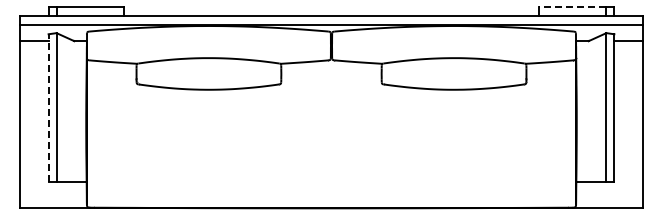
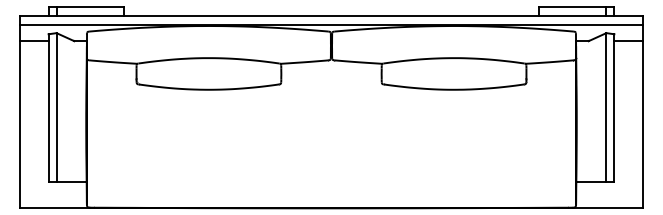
line at (572, 6): dashed -> solid
line at (48, 107): dashed -> solid
